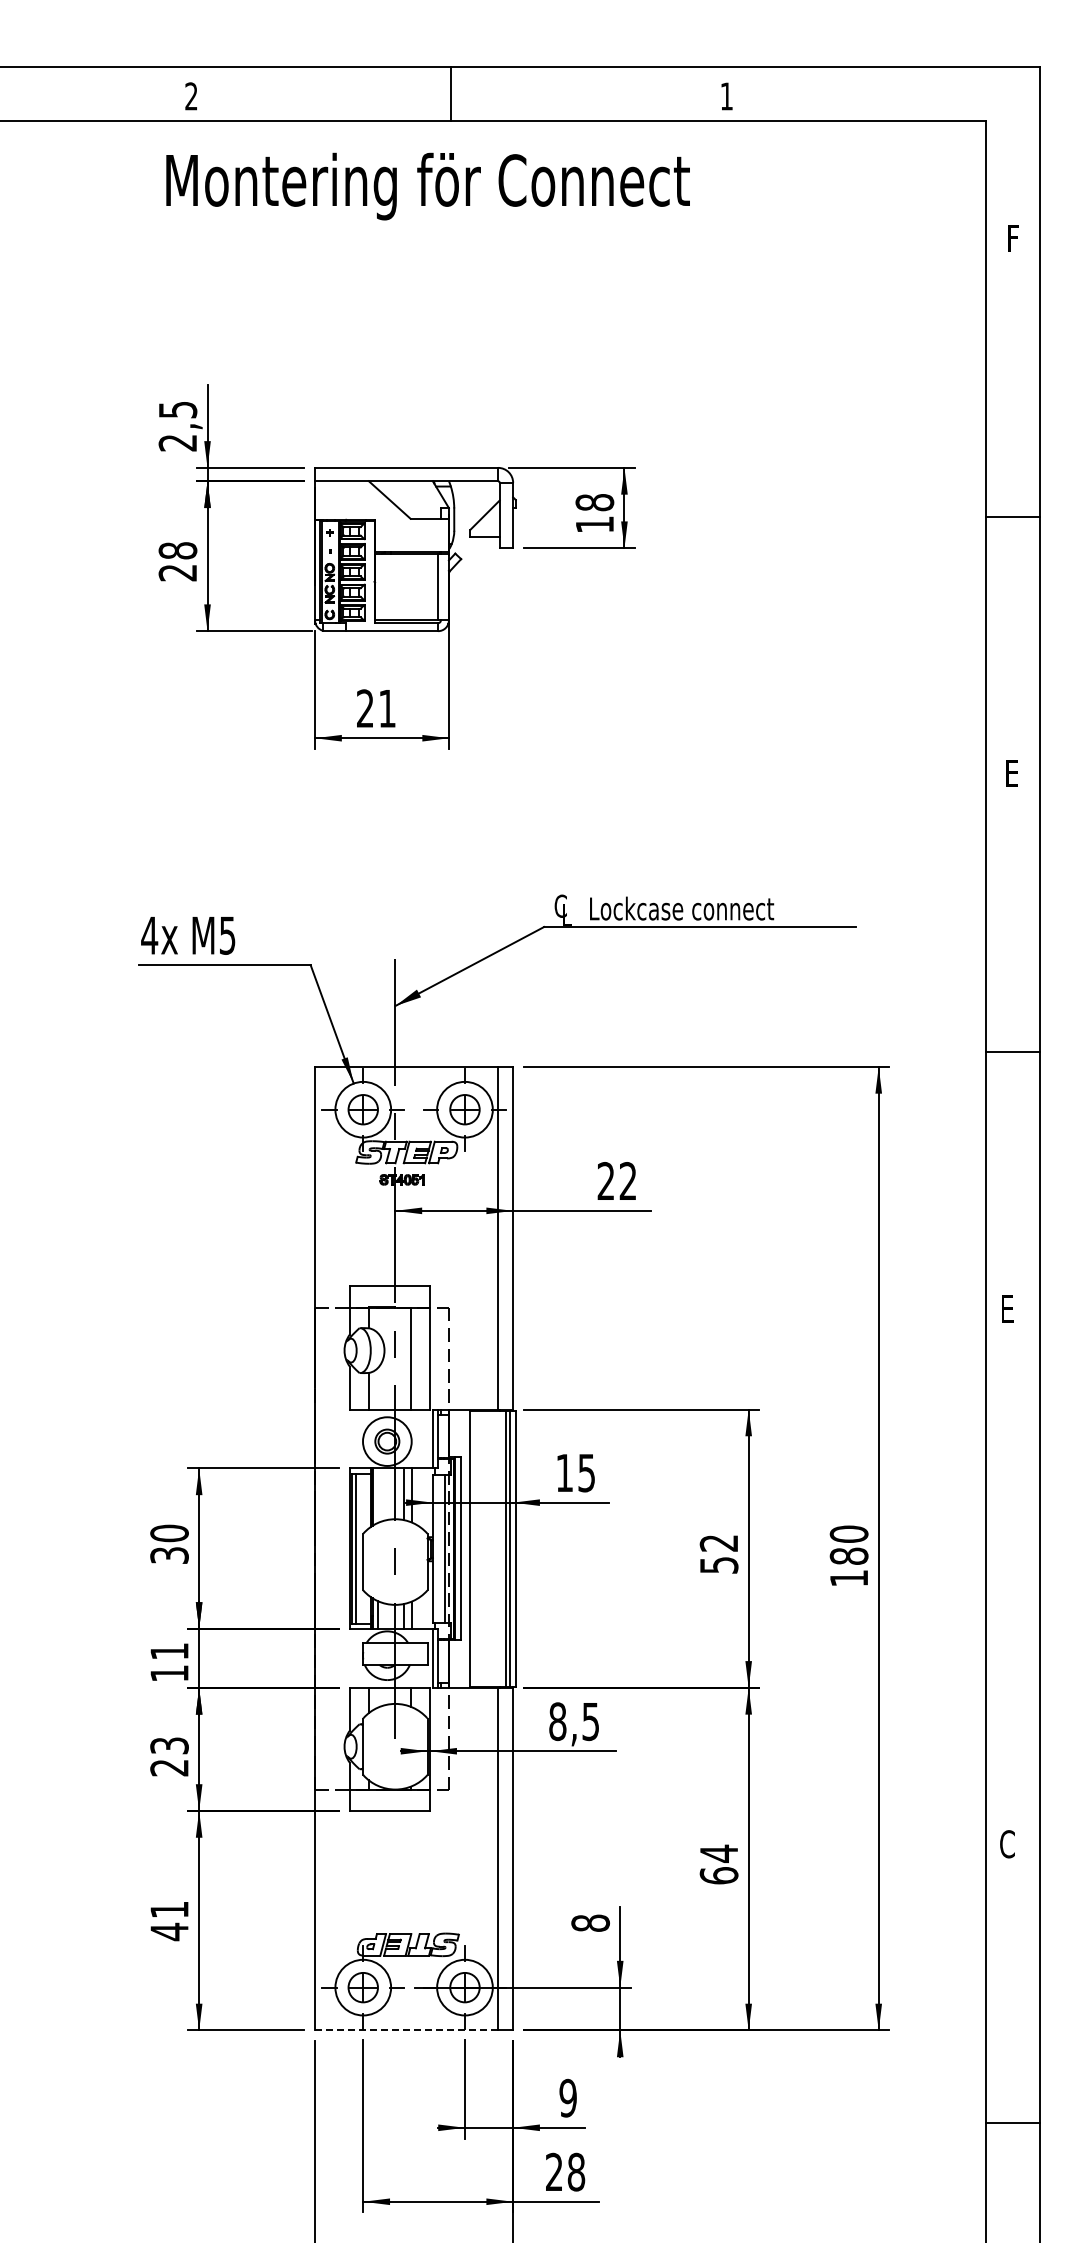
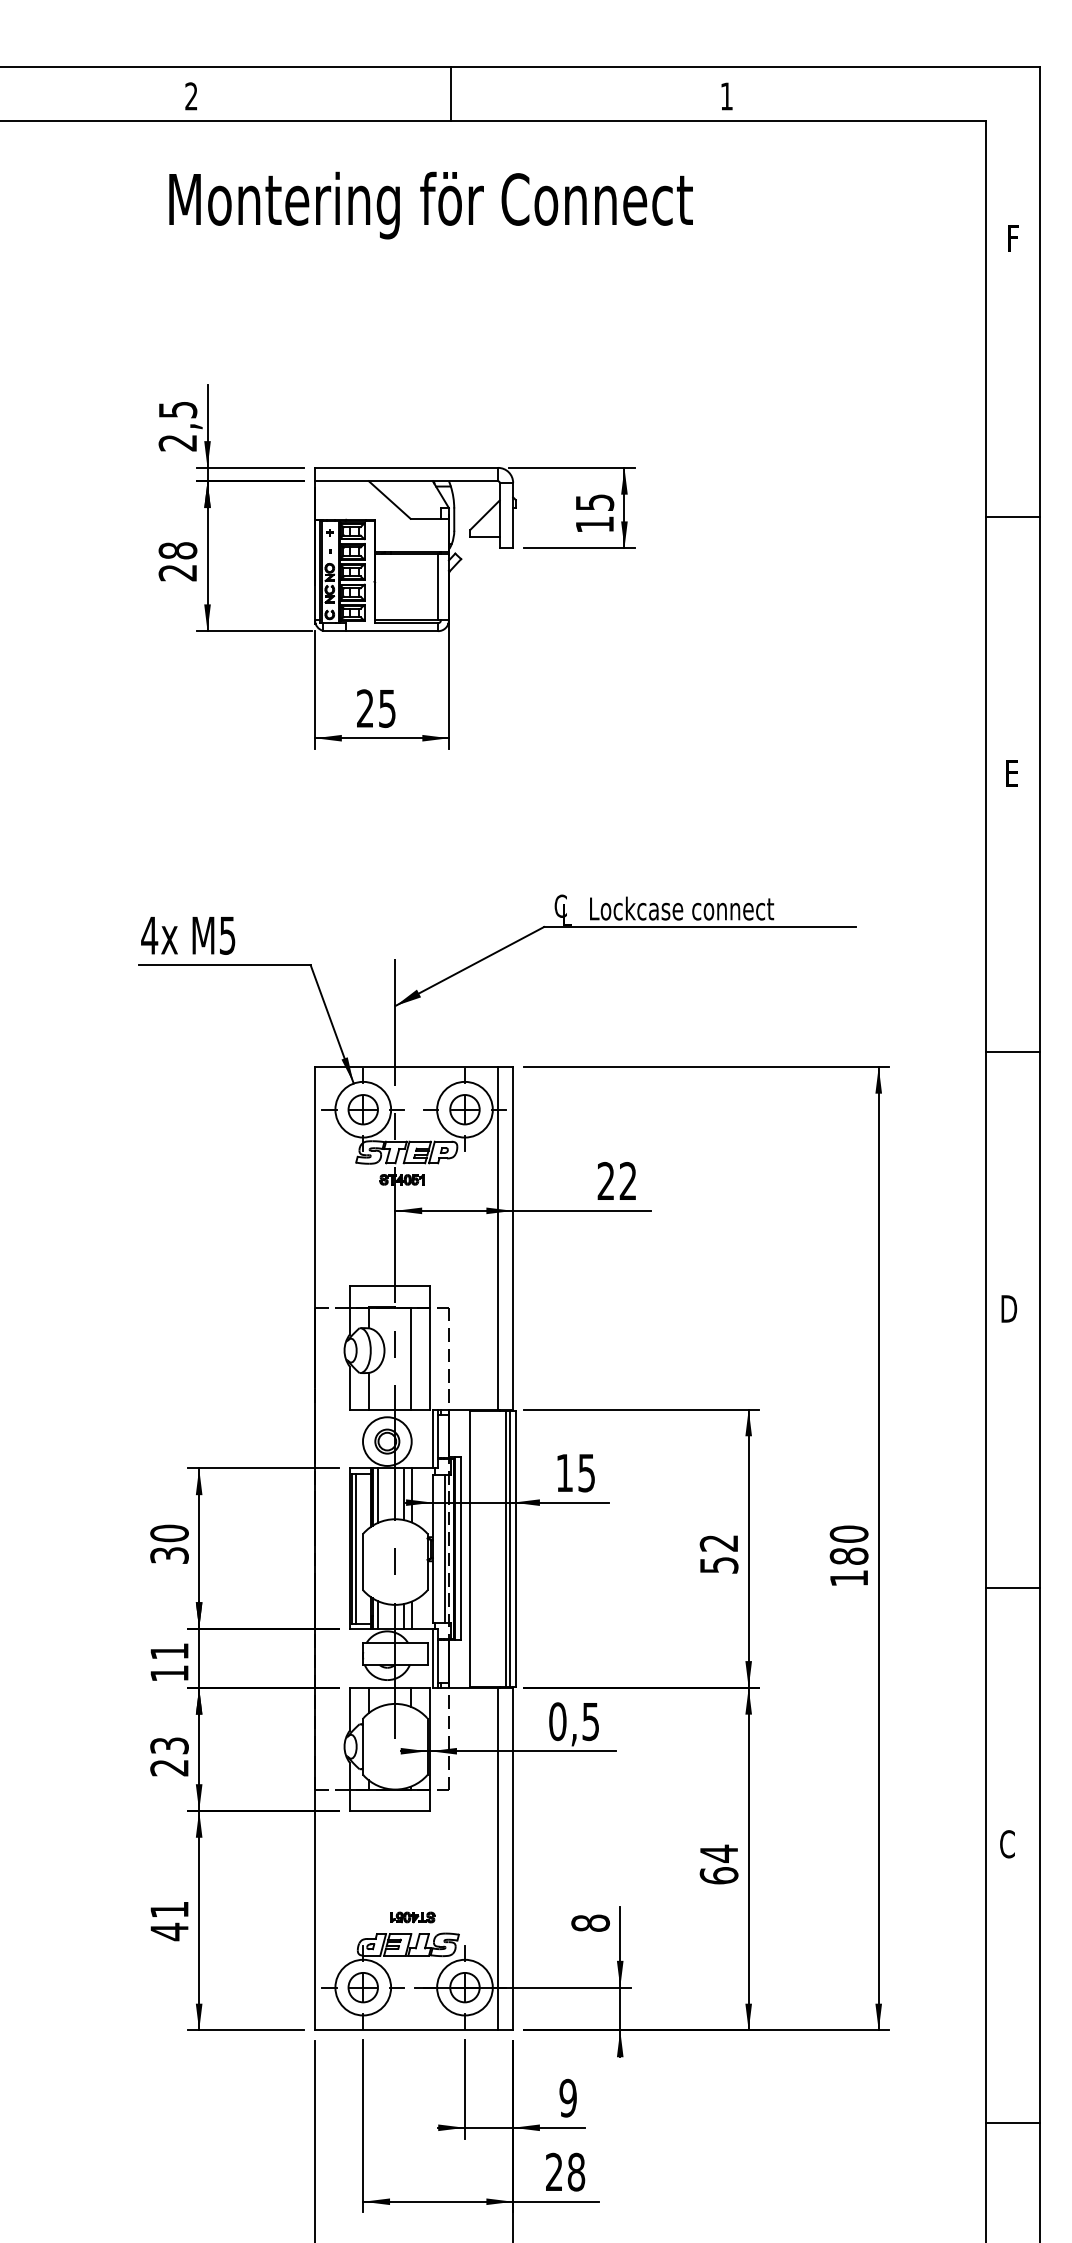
text at (427, 186) position: (427, 186) -> (430, 205)
text at (594, 502): 18 -> 15
text at (387, 709): 21 -> 25
text at (1009, 1308): E -> D
line at (377, 1495): none -> present
line at (1012, 1587): none -> present
text at (557, 1721): 8,5 -> 0,5
part at (412, 1917): none -> present
line at (406, 2030): dashed -> solid
